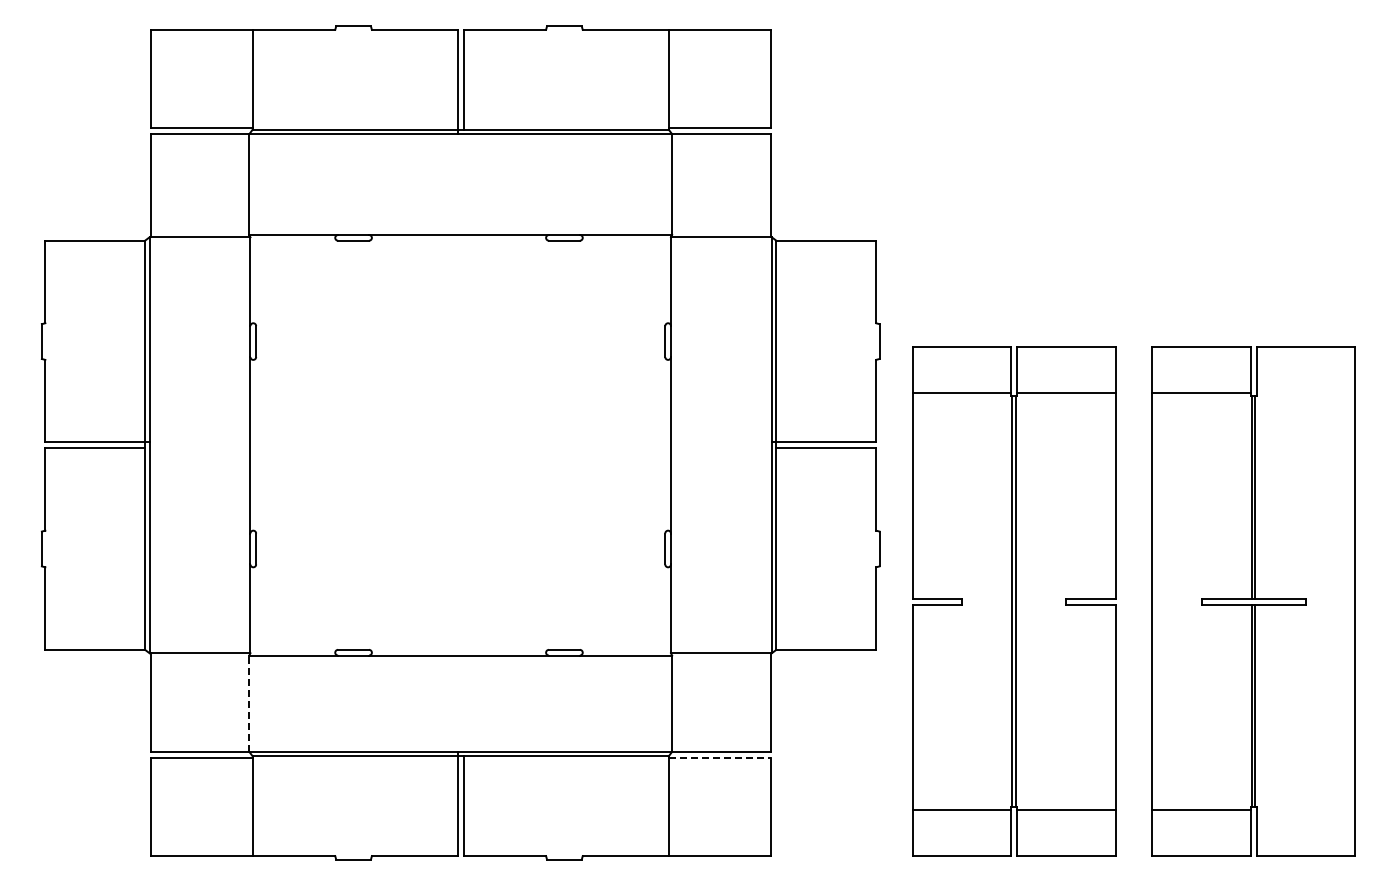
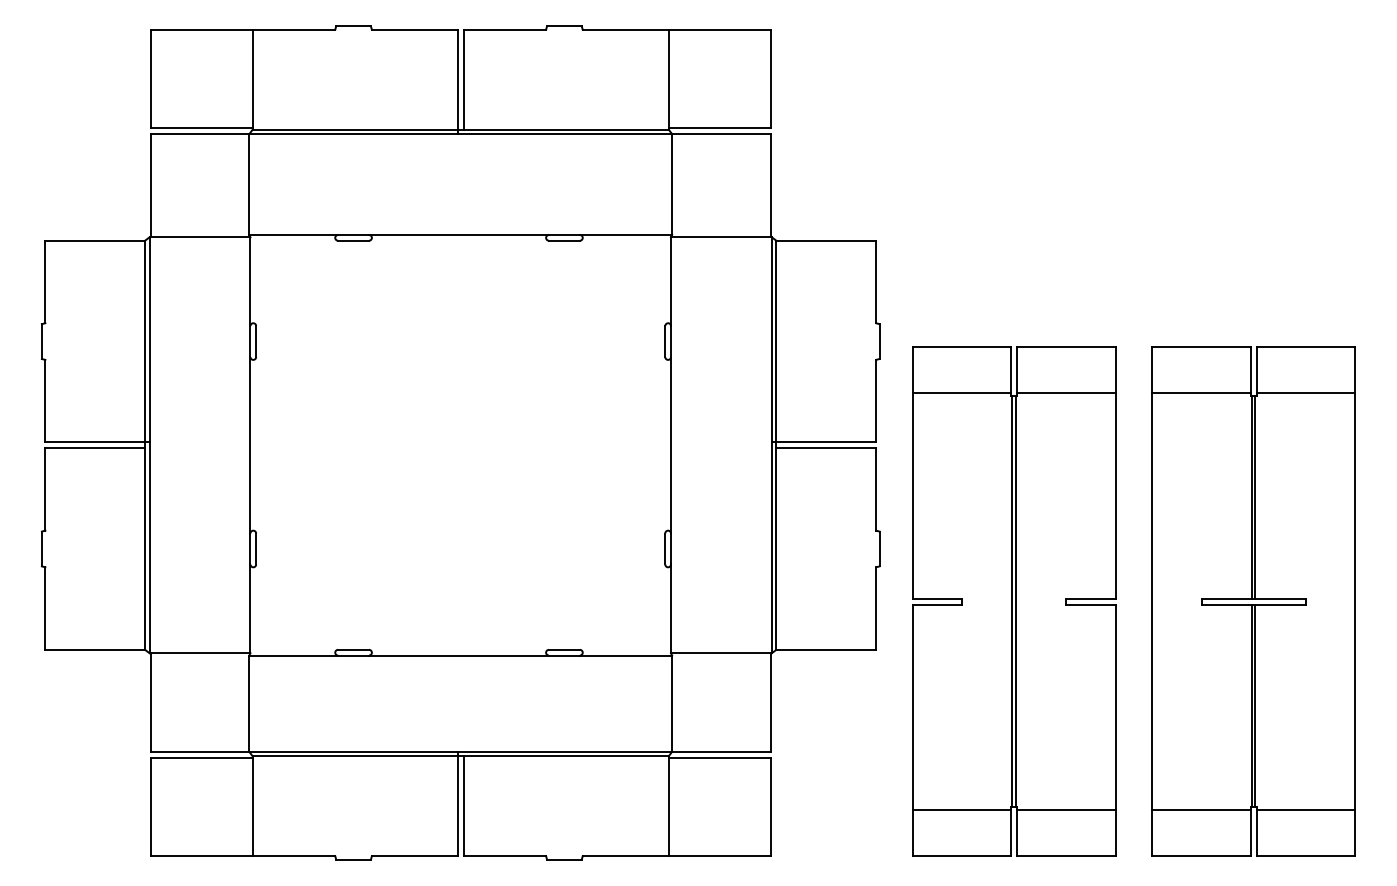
line at (1305, 393): none -> present
line at (249, 703): dashed -> solid
line at (719, 757): dashed -> solid
line at (1305, 810): none -> present
